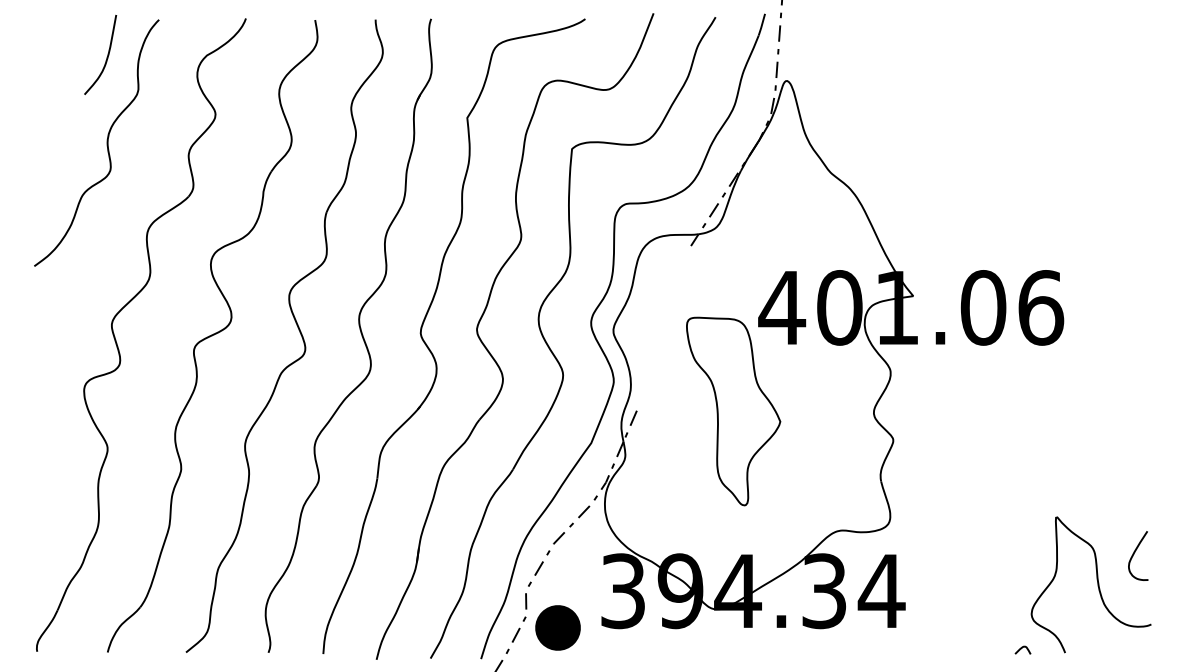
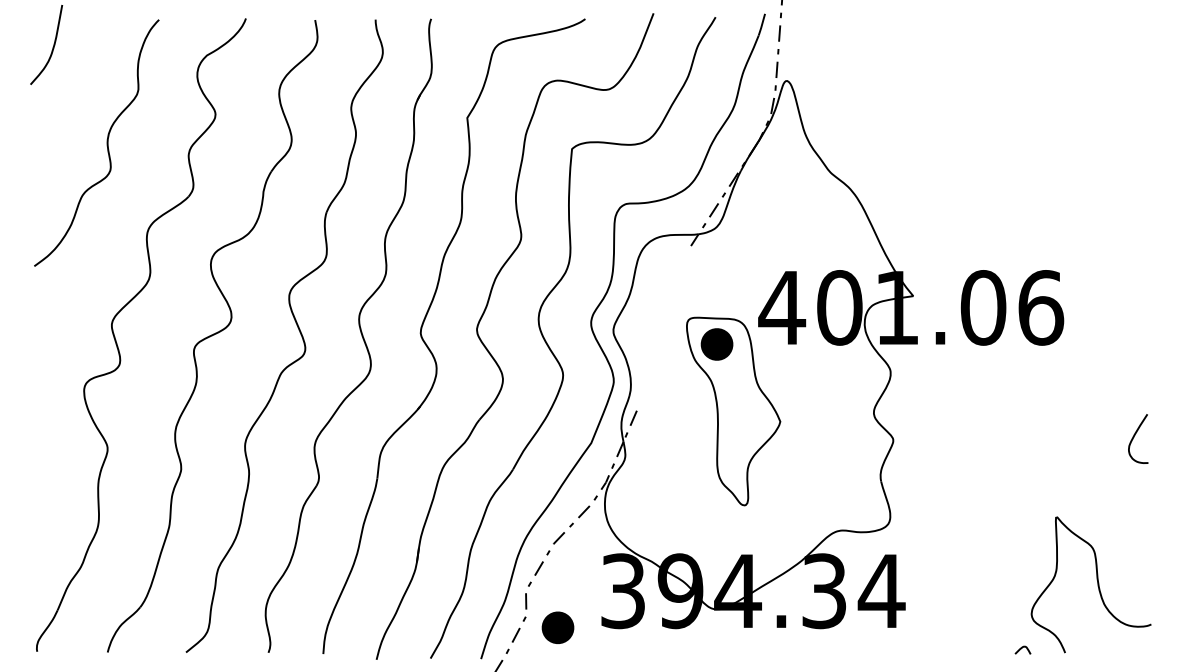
curve at (106, 57) position: (106, 57) -> (52, 47)
part at (716, 344): none -> present
curve at (1134, 554) position: (1134, 554) -> (1134, 437)
part at (557, 627) size: 46x46 px -> 34x33 px
